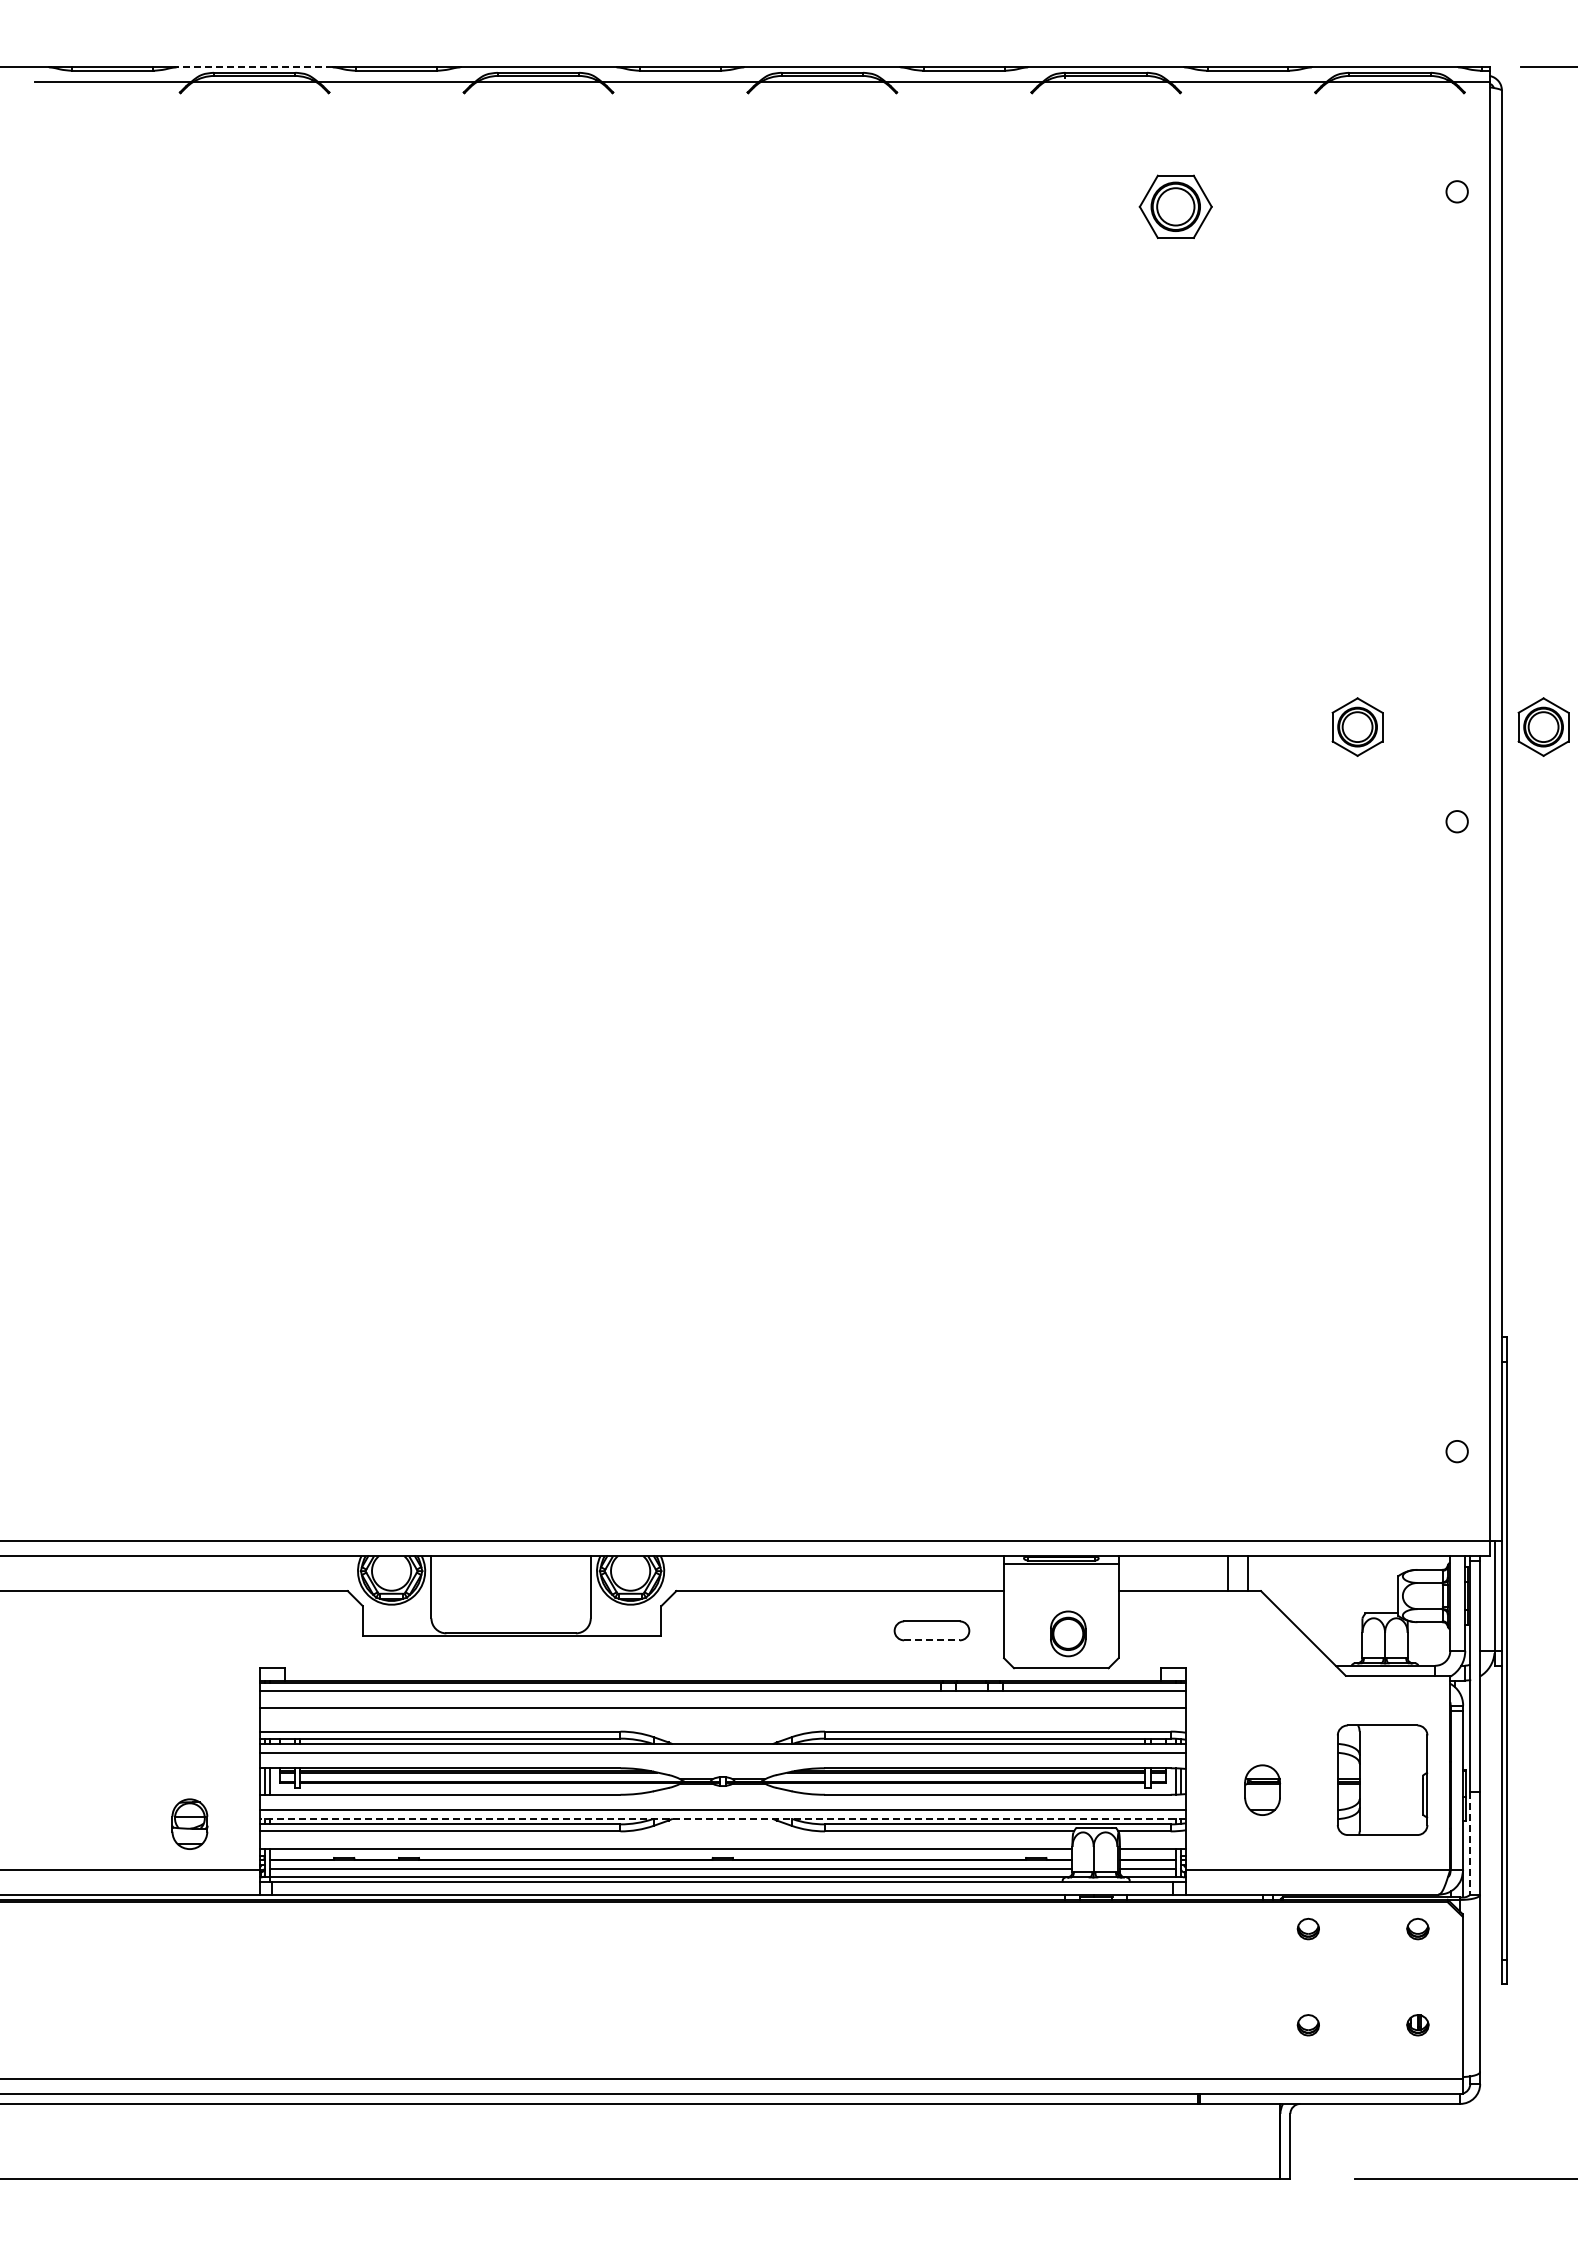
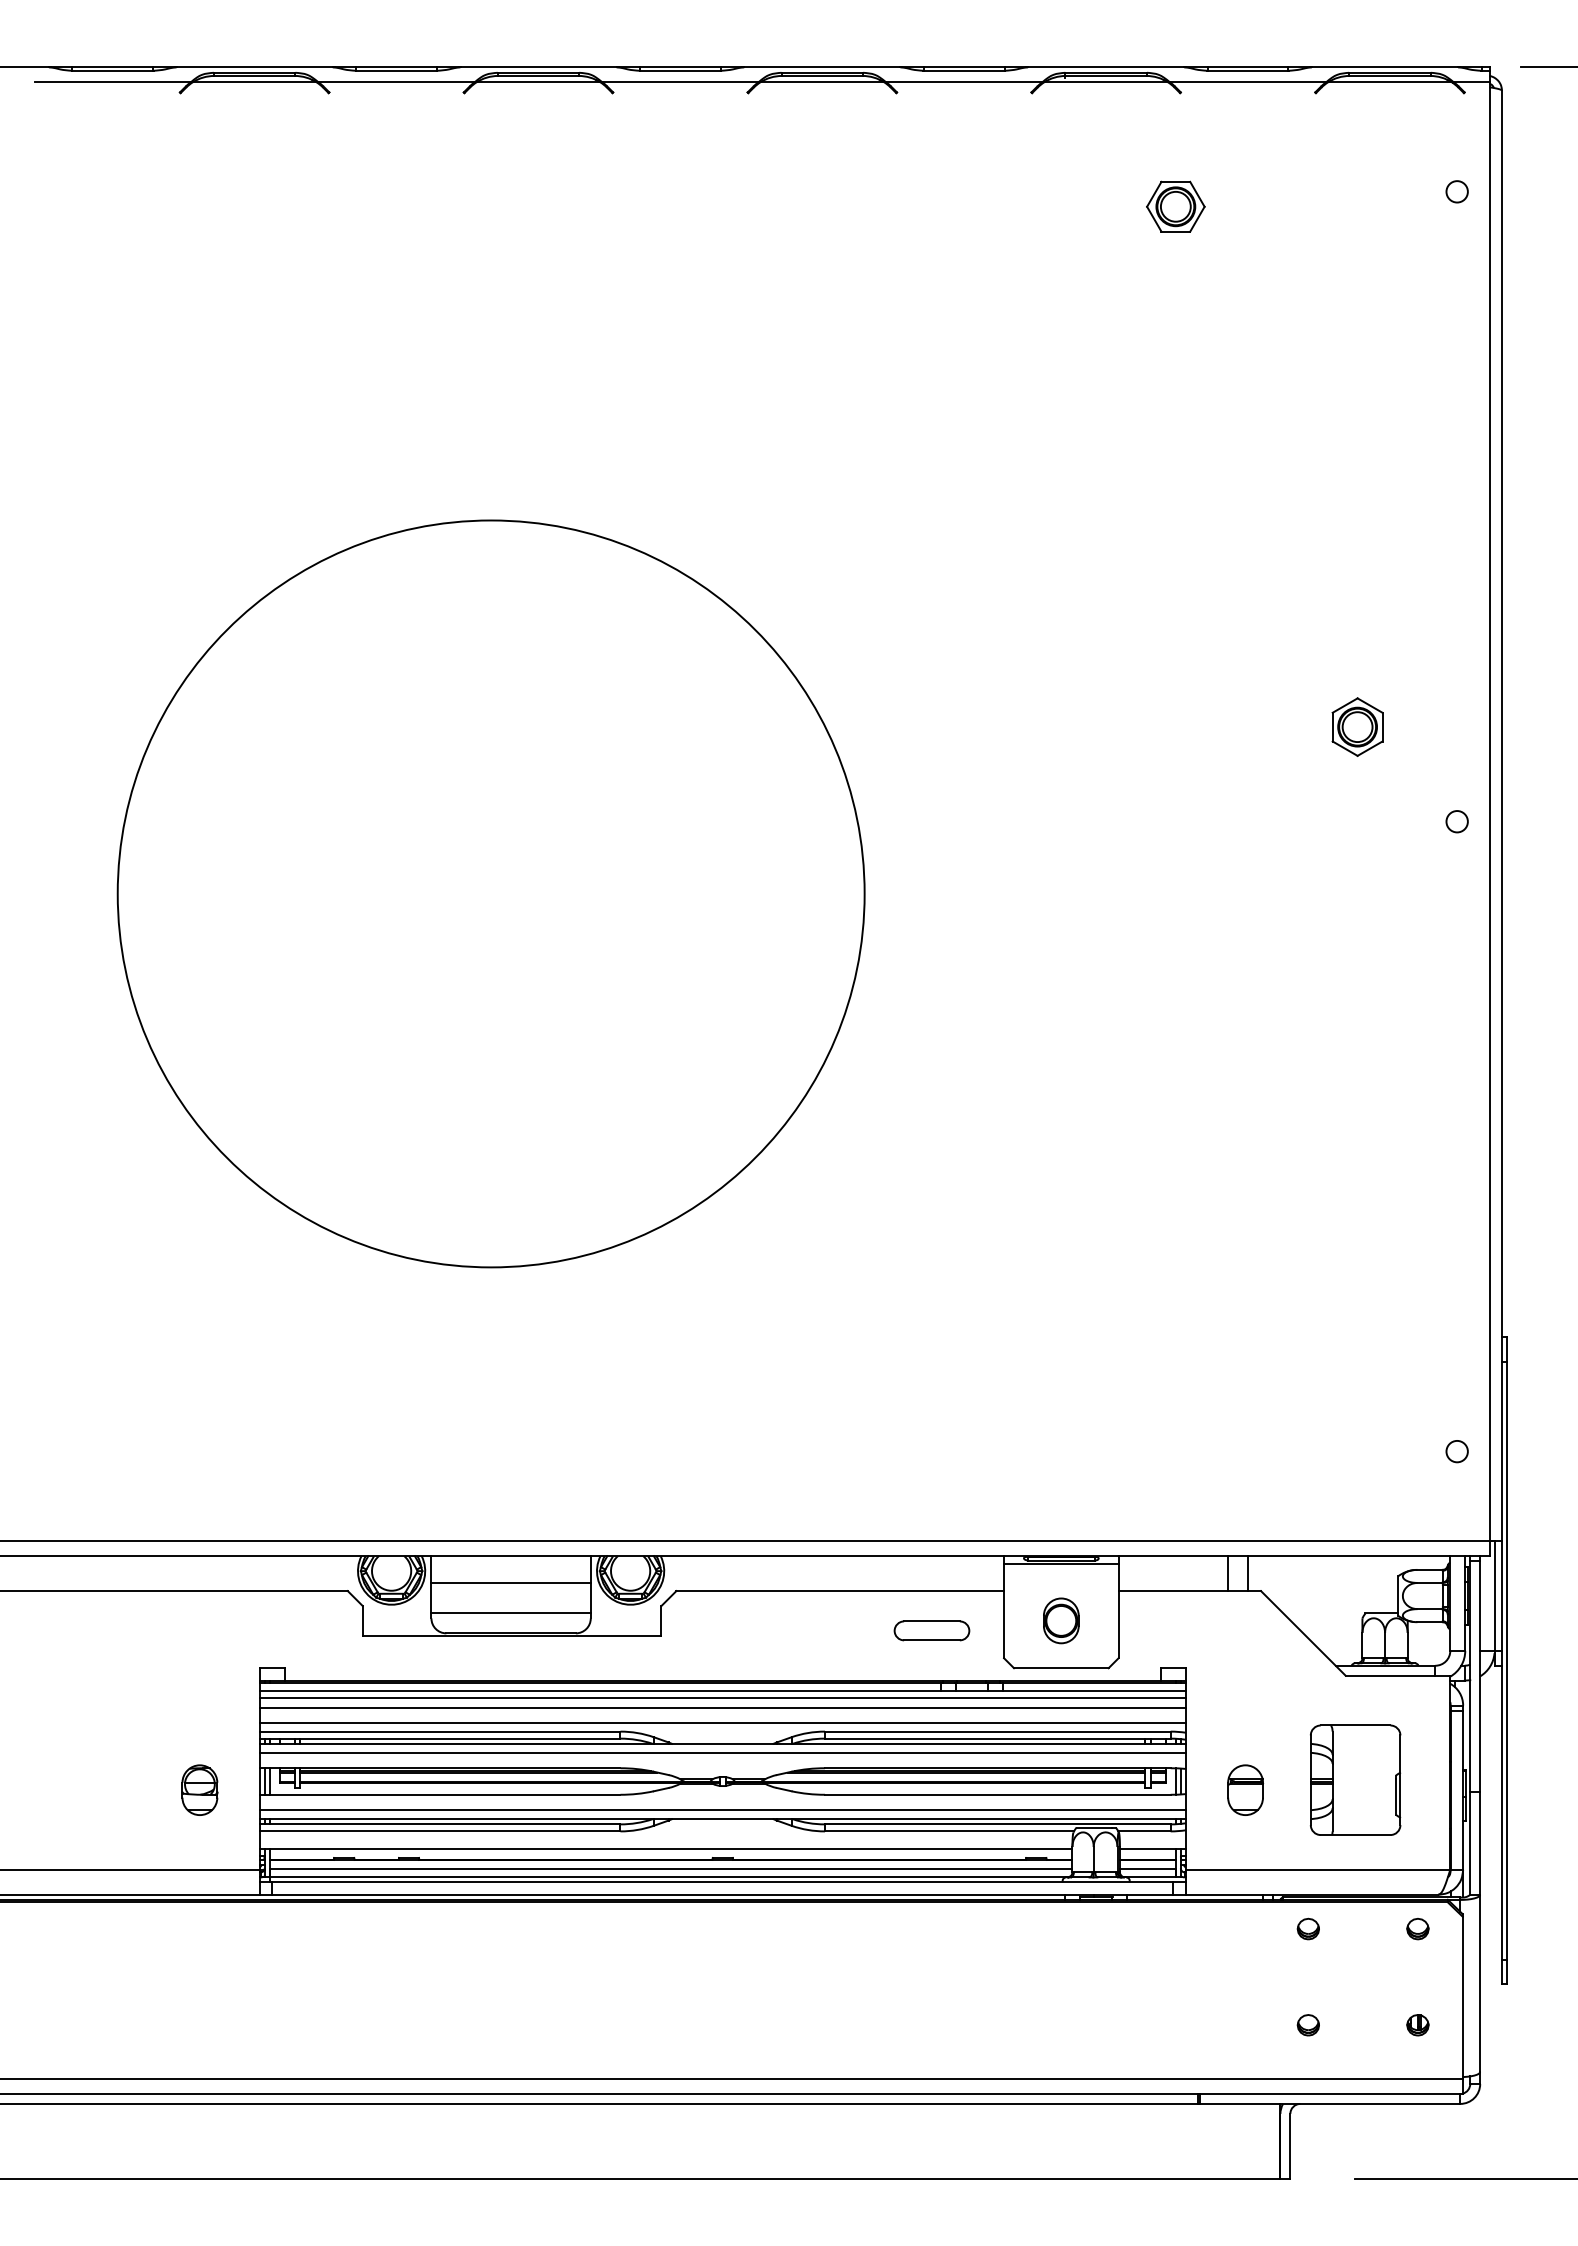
line at (254, 67): dashed -> solid
part at (1175, 206) size: 75x65 px -> 60x53 px
part at (1543, 726): present -> none
circle at (490, 893): none -> present
line at (510, 1582): none -> present
line at (510, 1612): none -> present
part at (1068, 1633) position: (1068, 1633) -> (1061, 1620)
line at (931, 1640): dashed -> solid
line at (722, 1698): none -> present
line at (722, 1723): none -> present
part at (1382, 1779) position: (1382, 1779) -> (1355, 1779)
part at (1262, 1789) position: (1262, 1789) -> (1245, 1789)
line at (722, 1819): dashed -> solid
part at (189, 1823) position: (189, 1823) -> (199, 1789)
line at (1470, 1843): dashed -> solid
